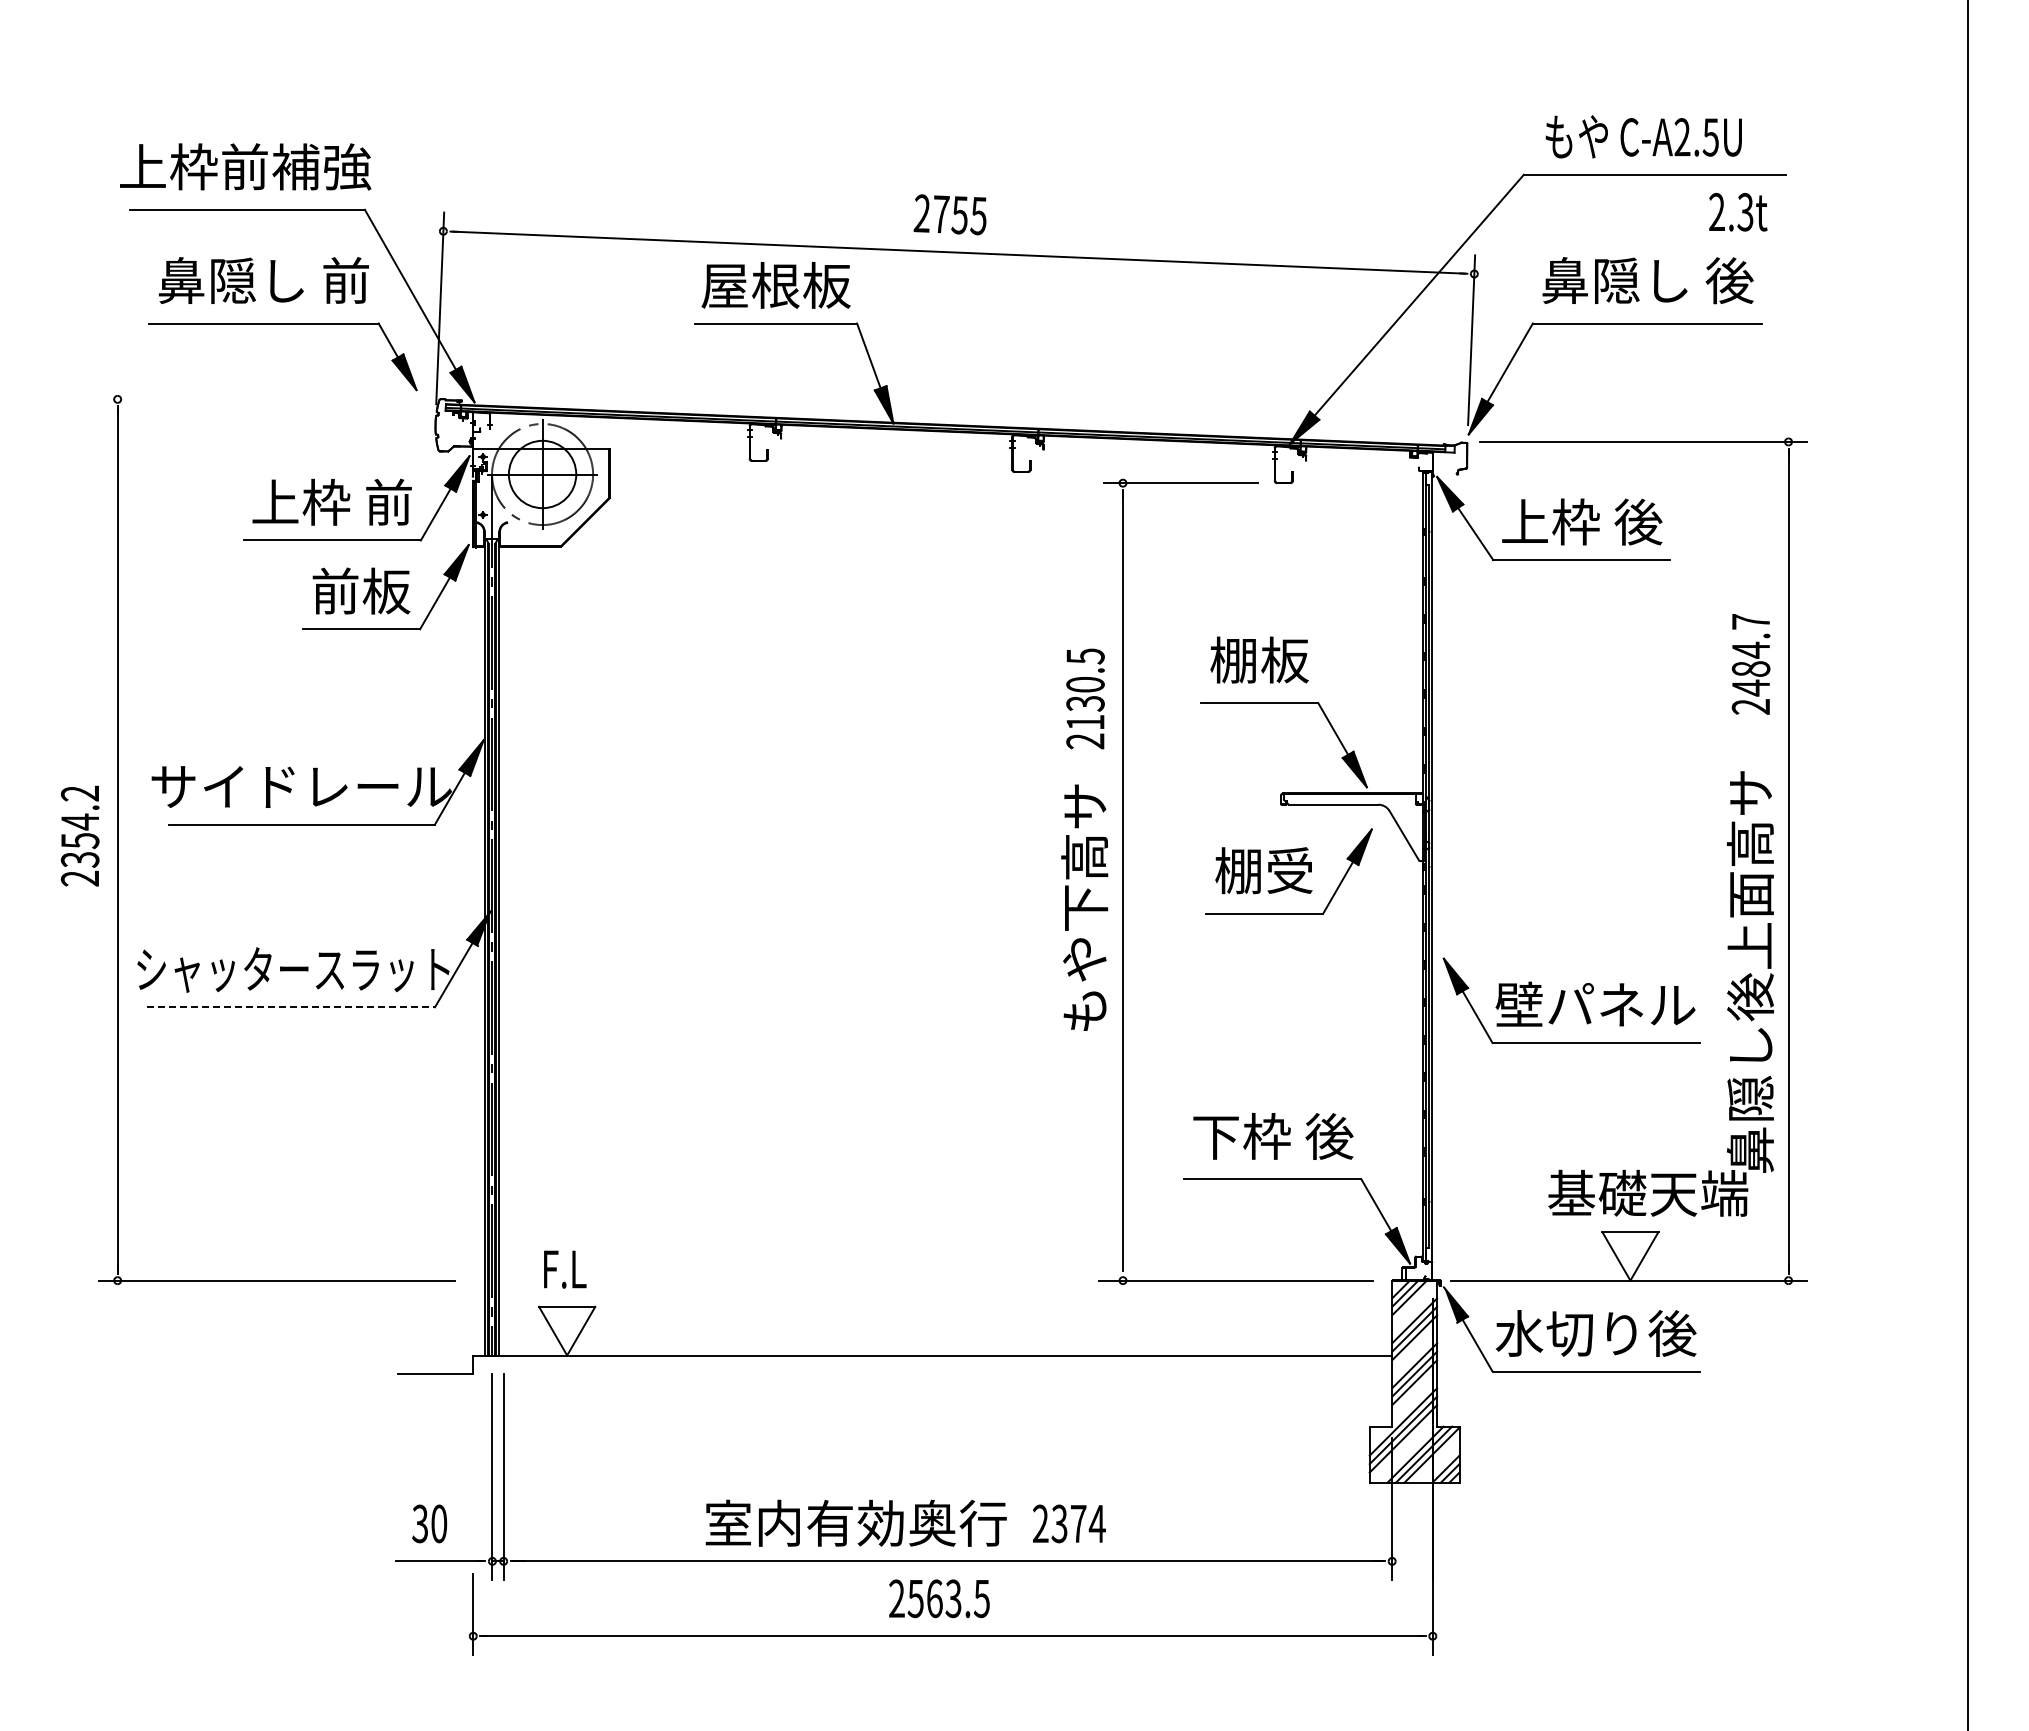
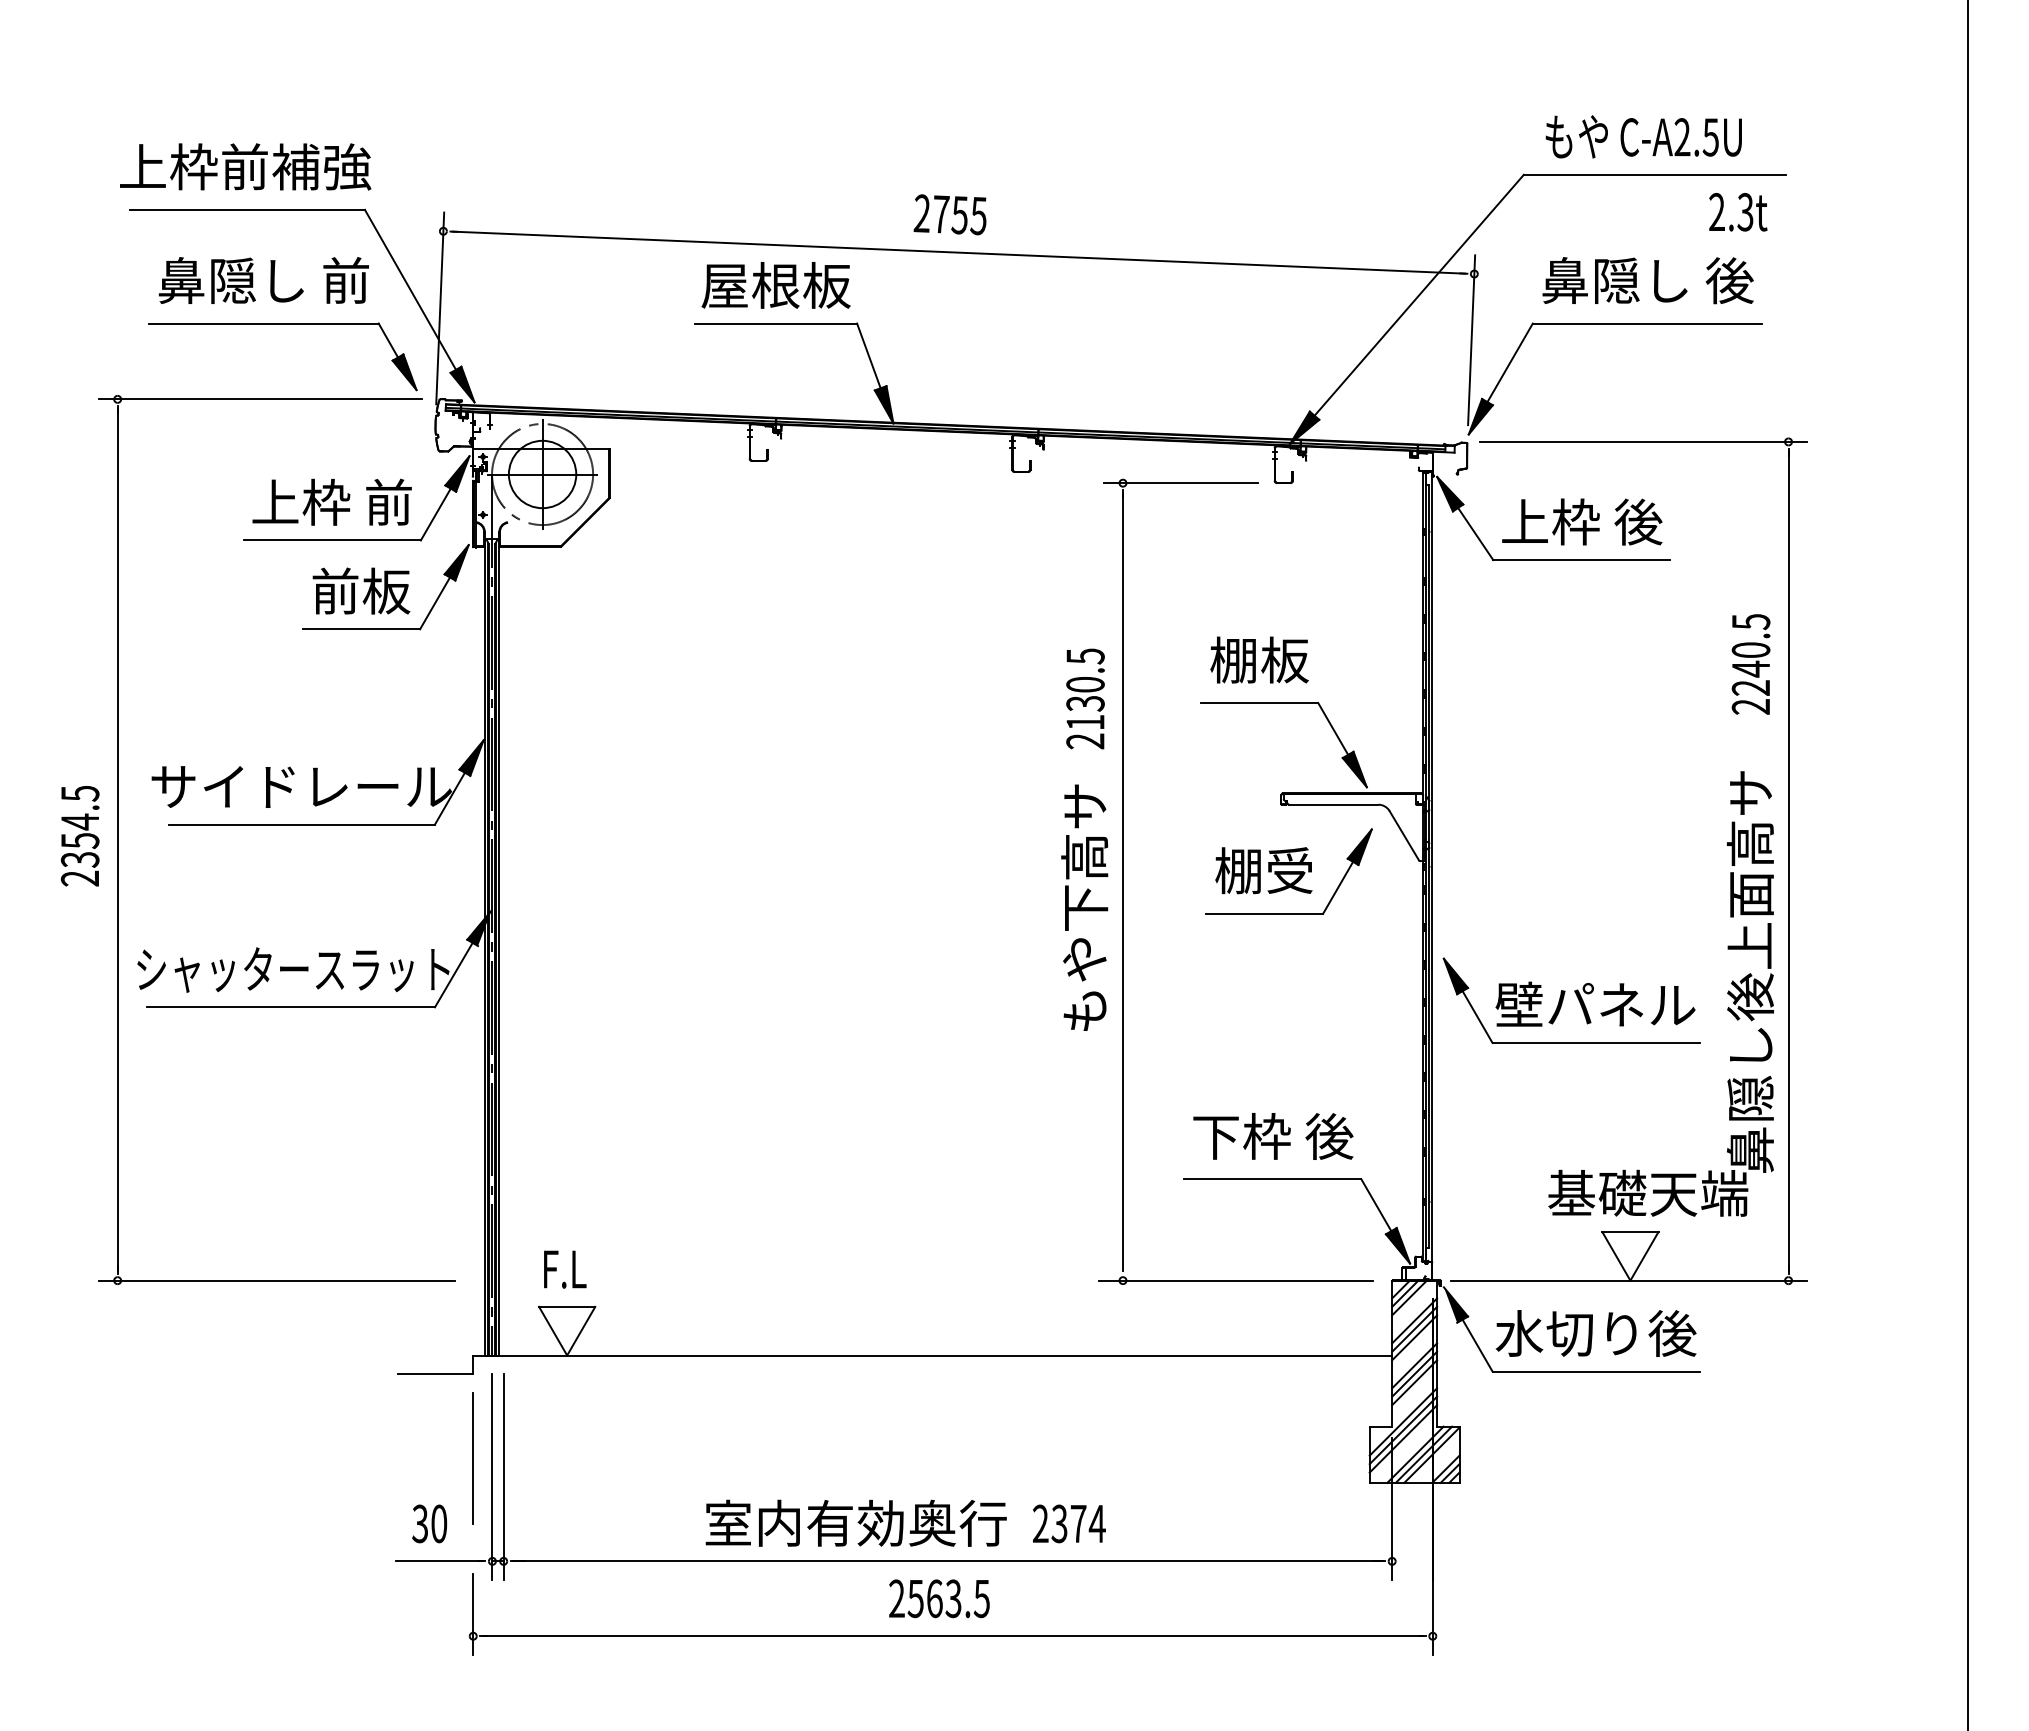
line at (260, 399): none -> present
text at (1750, 655): 2484.7 -> 2240.5
text at (79, 793): 2354.2 -> 2354.5
line at (291, 1007): dashed -> solid
line at (473, 1457): none -> present
